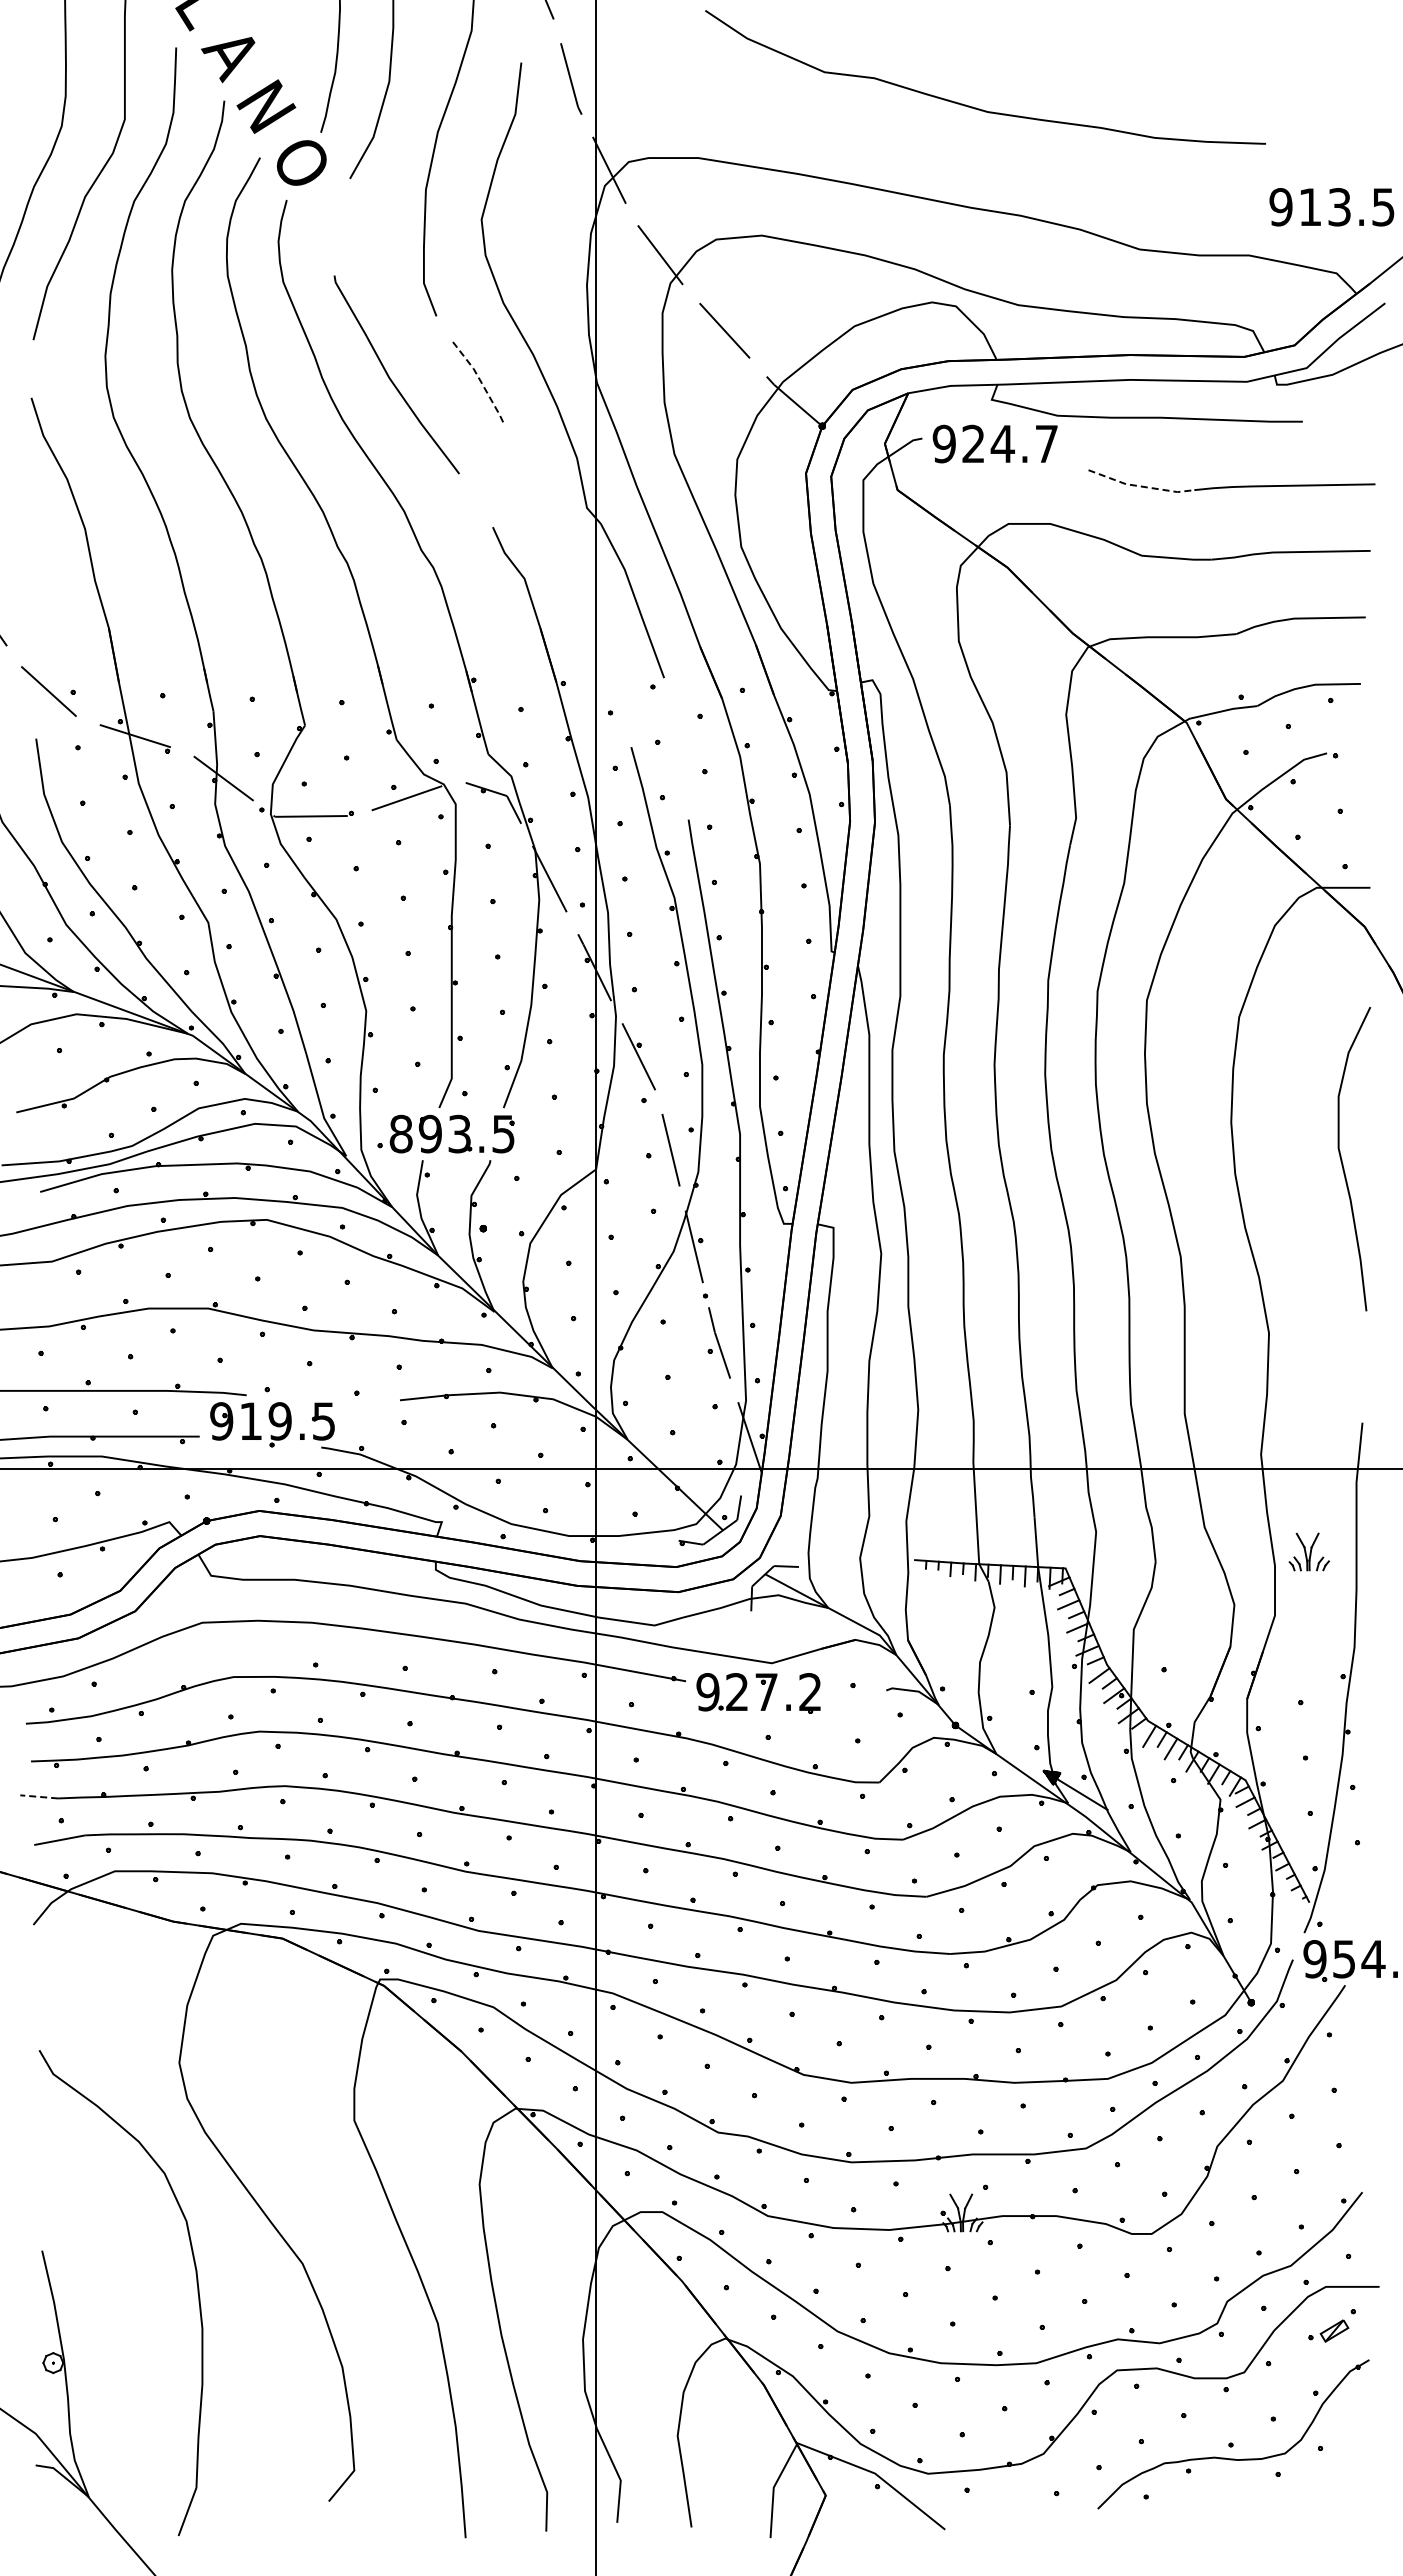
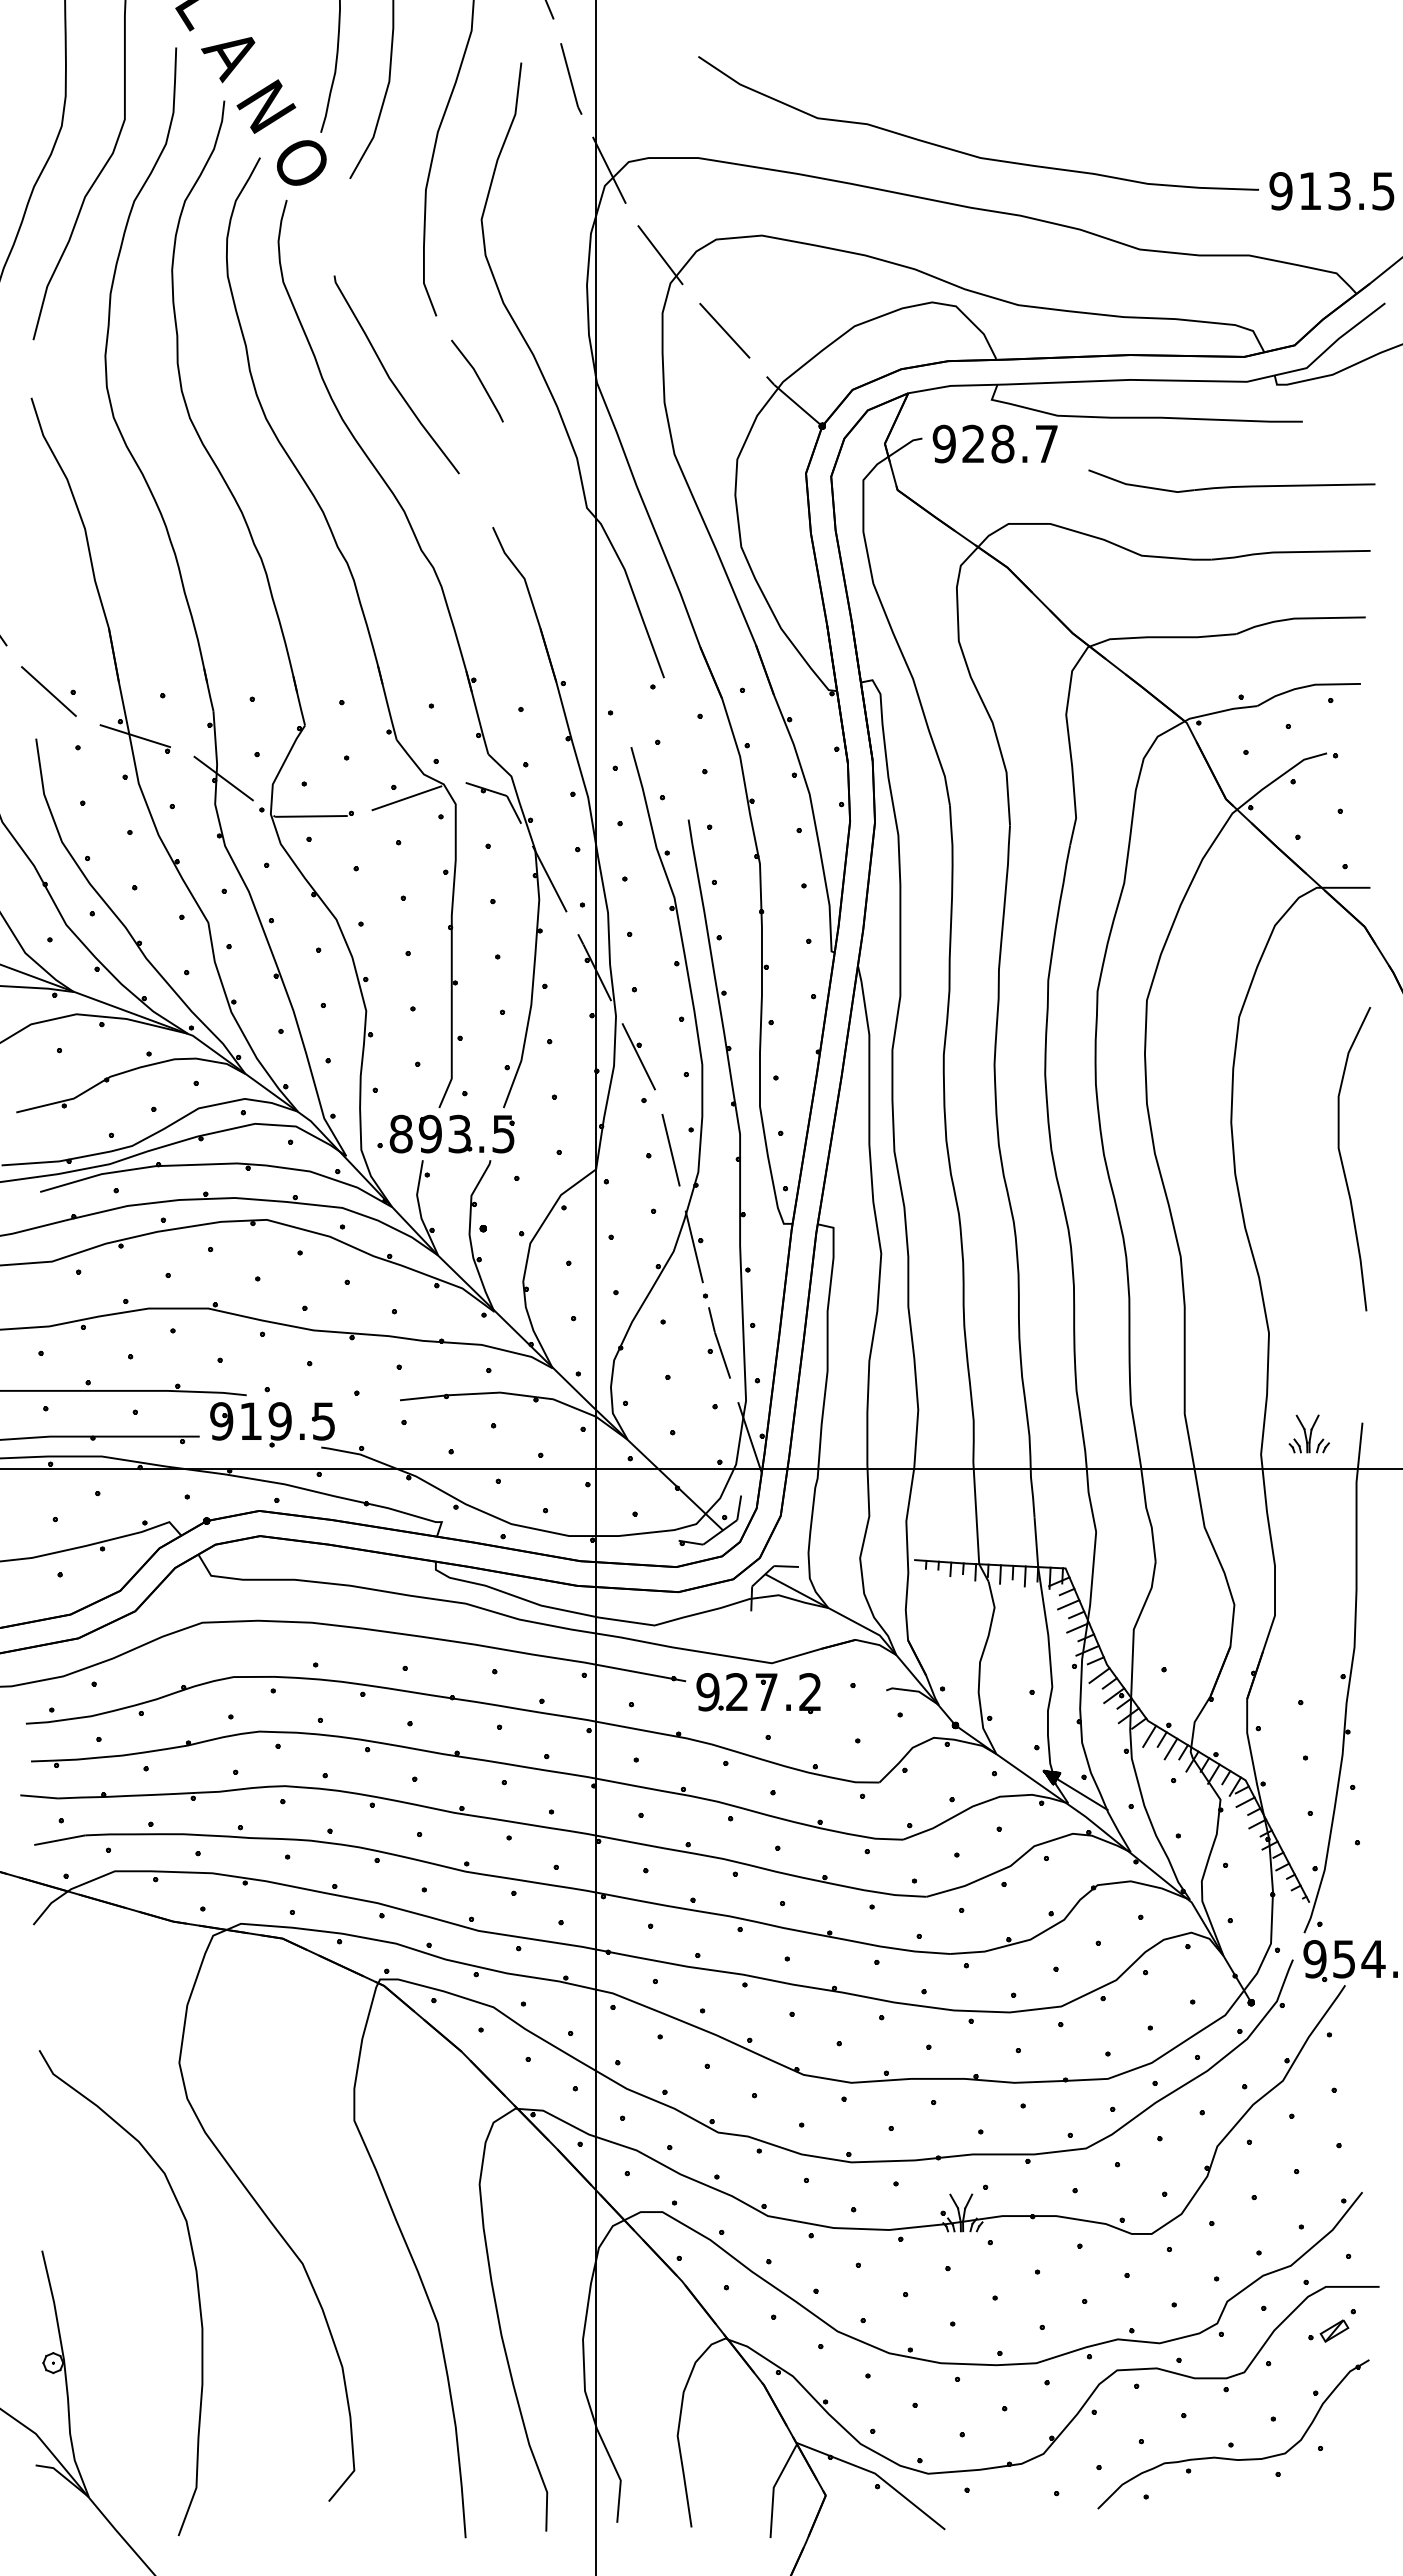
curve at (976, 107) position: (976, 107) -> (969, 153)
text at (1331, 207) position: (1331, 207) -> (1331, 191)
line at (479, 379): dashed -> solid
text at (1002, 443): 924.7 -> 928.7
line at (1140, 486): dashed -> solid
part at (1308, 1551) position: (1308, 1551) -> (1308, 1433)
line at (39, 1796): dashed -> solid
